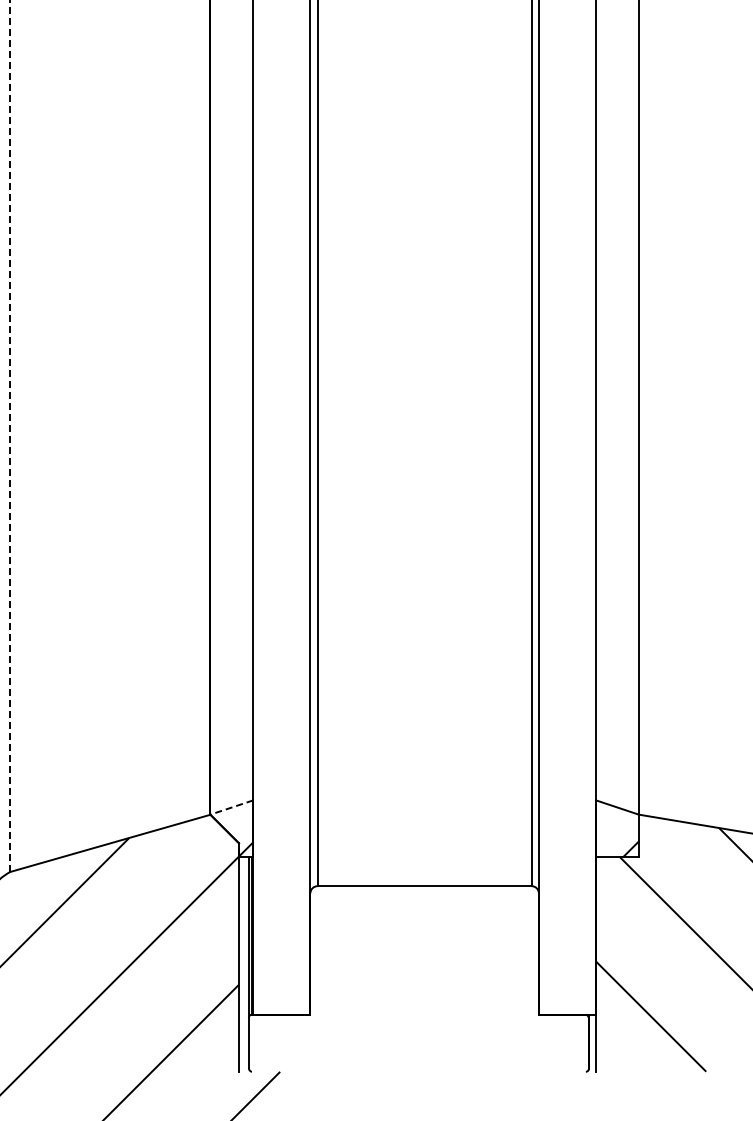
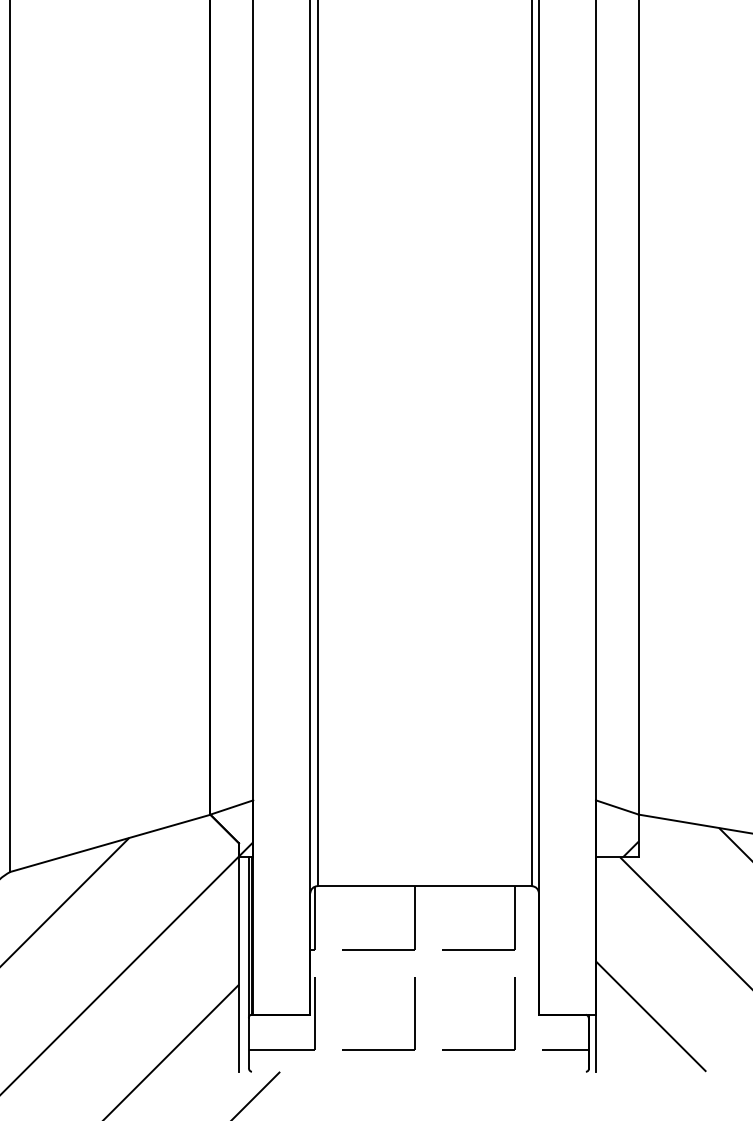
line at (10, 435): dashed -> solid
line at (231, 807): dashed -> solid
hatch at (418, 968): none -> present
